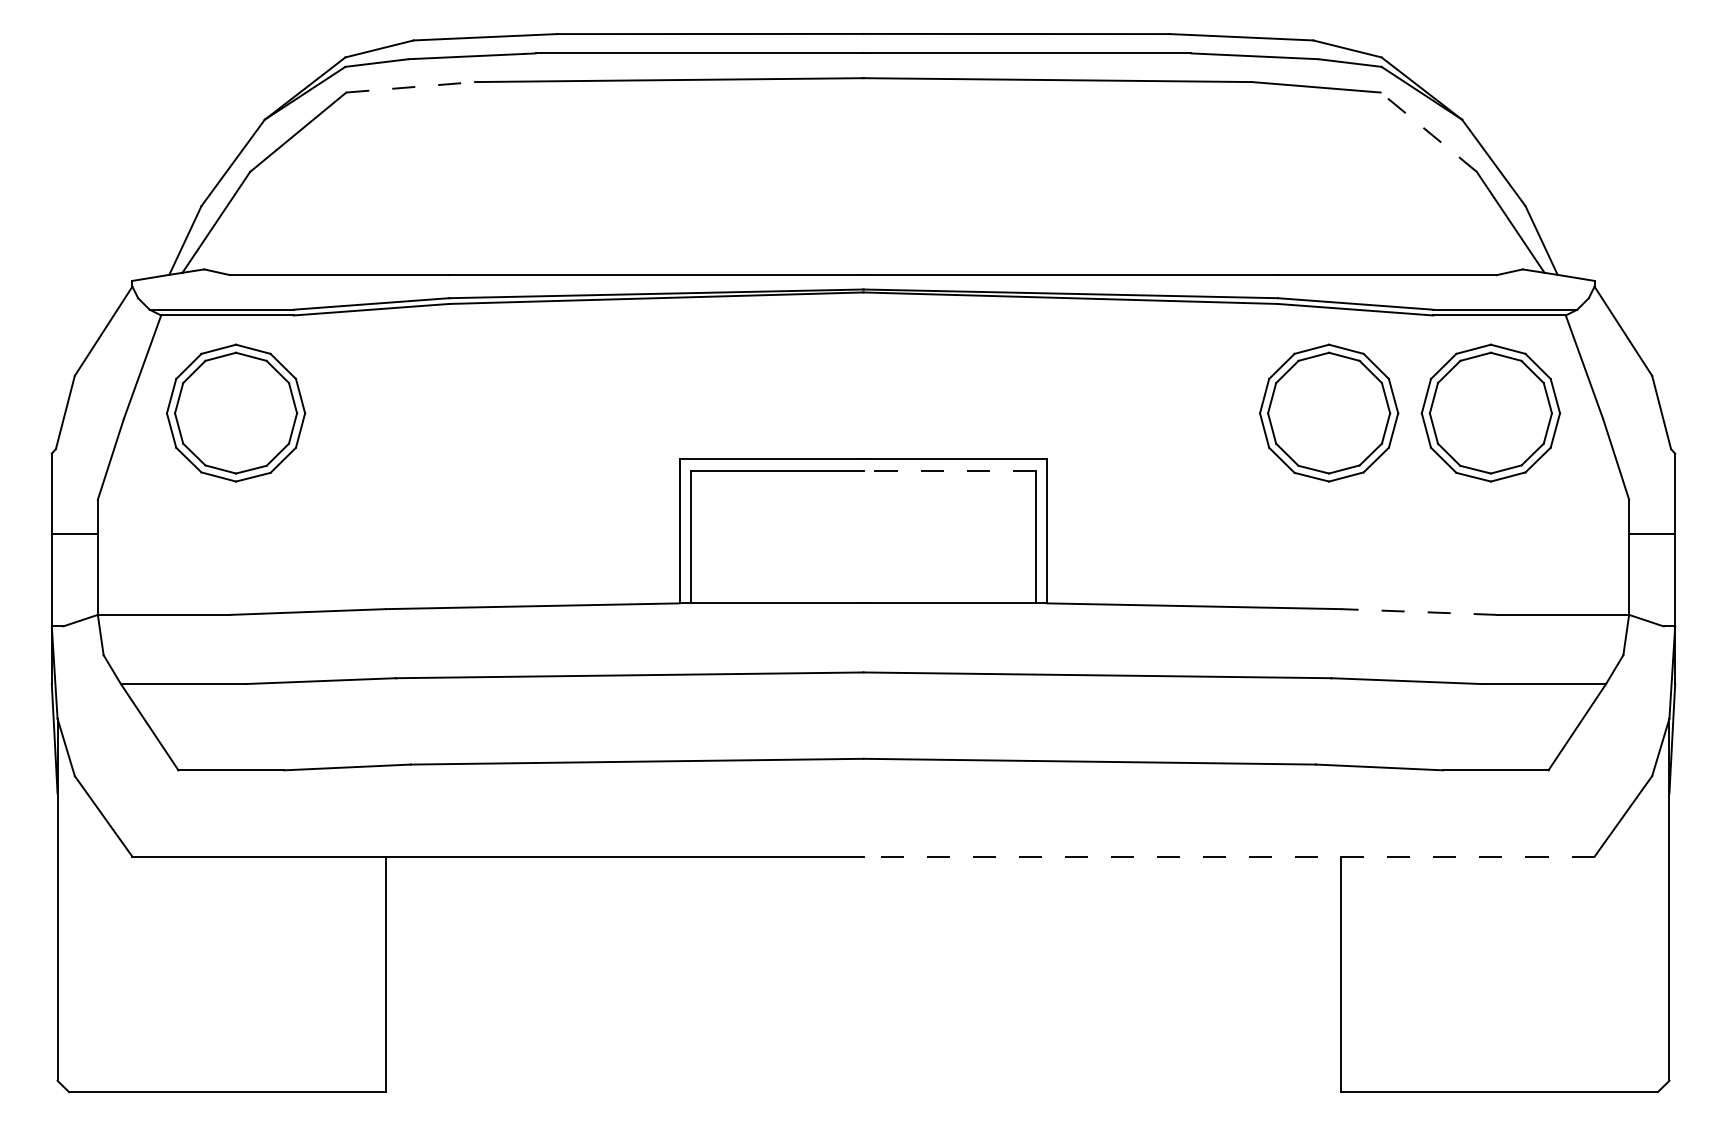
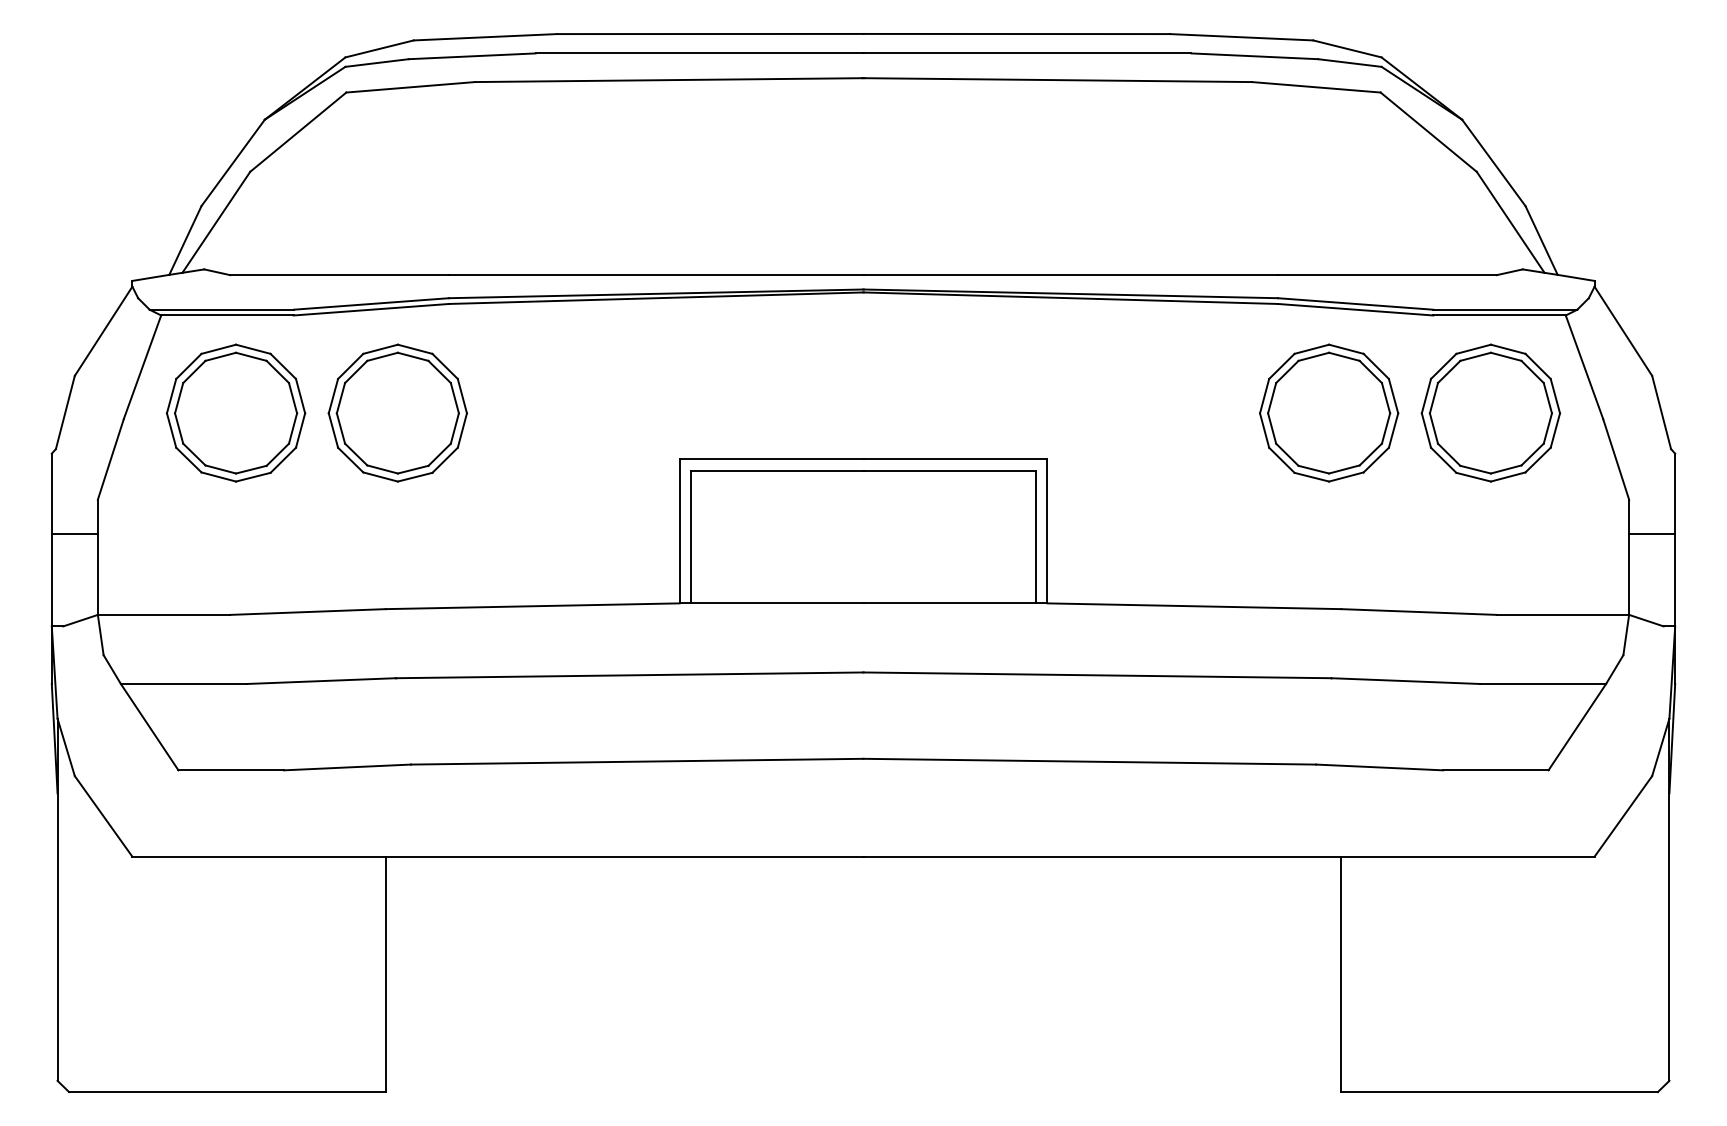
line at (410, 87): dashed -> solid
line at (1428, 131): dashed -> solid
part at (397, 412): none -> present
line at (949, 471): dashed -> solid
line at (1418, 612): dashed -> solid
line at (1228, 856): dashed -> solid
